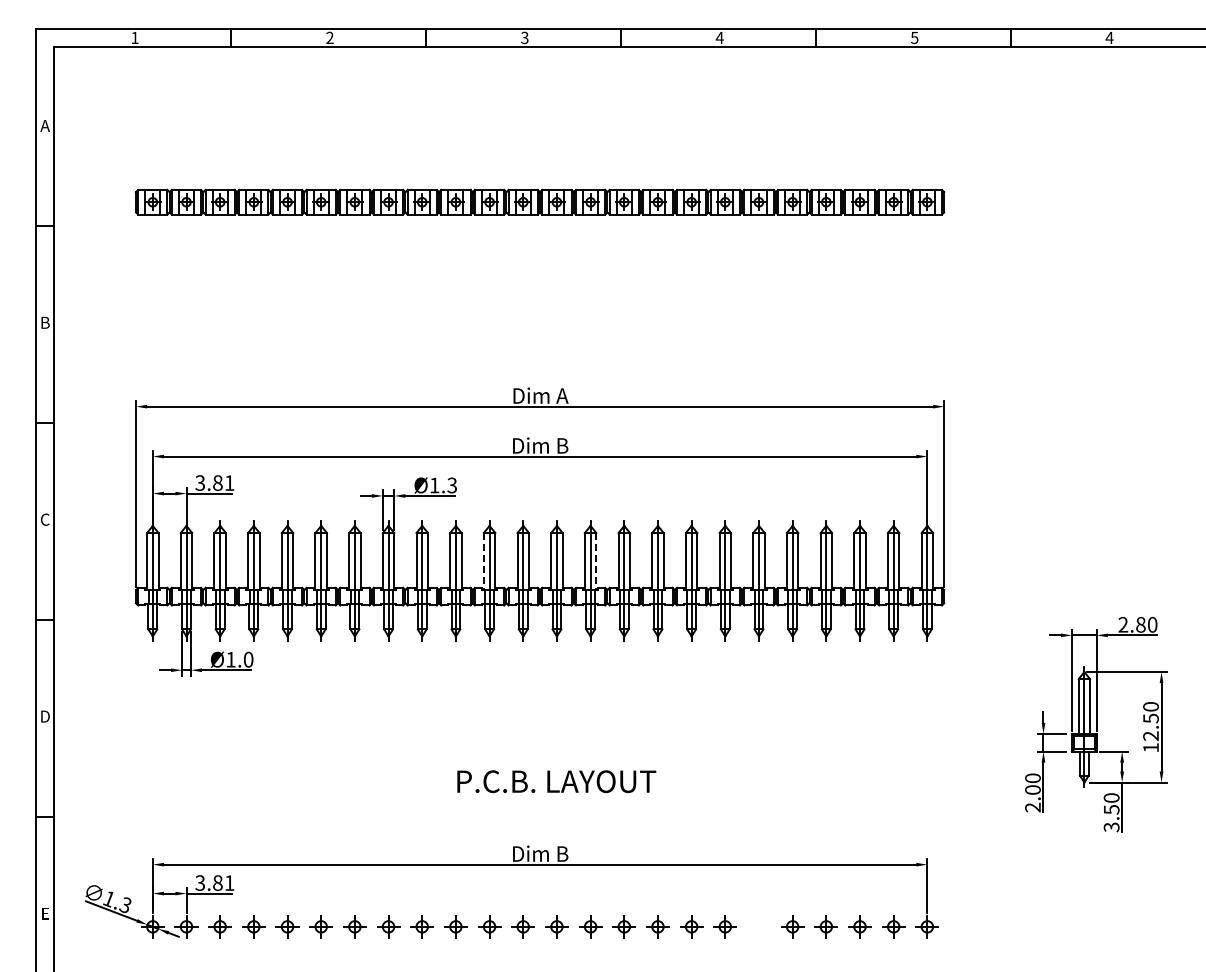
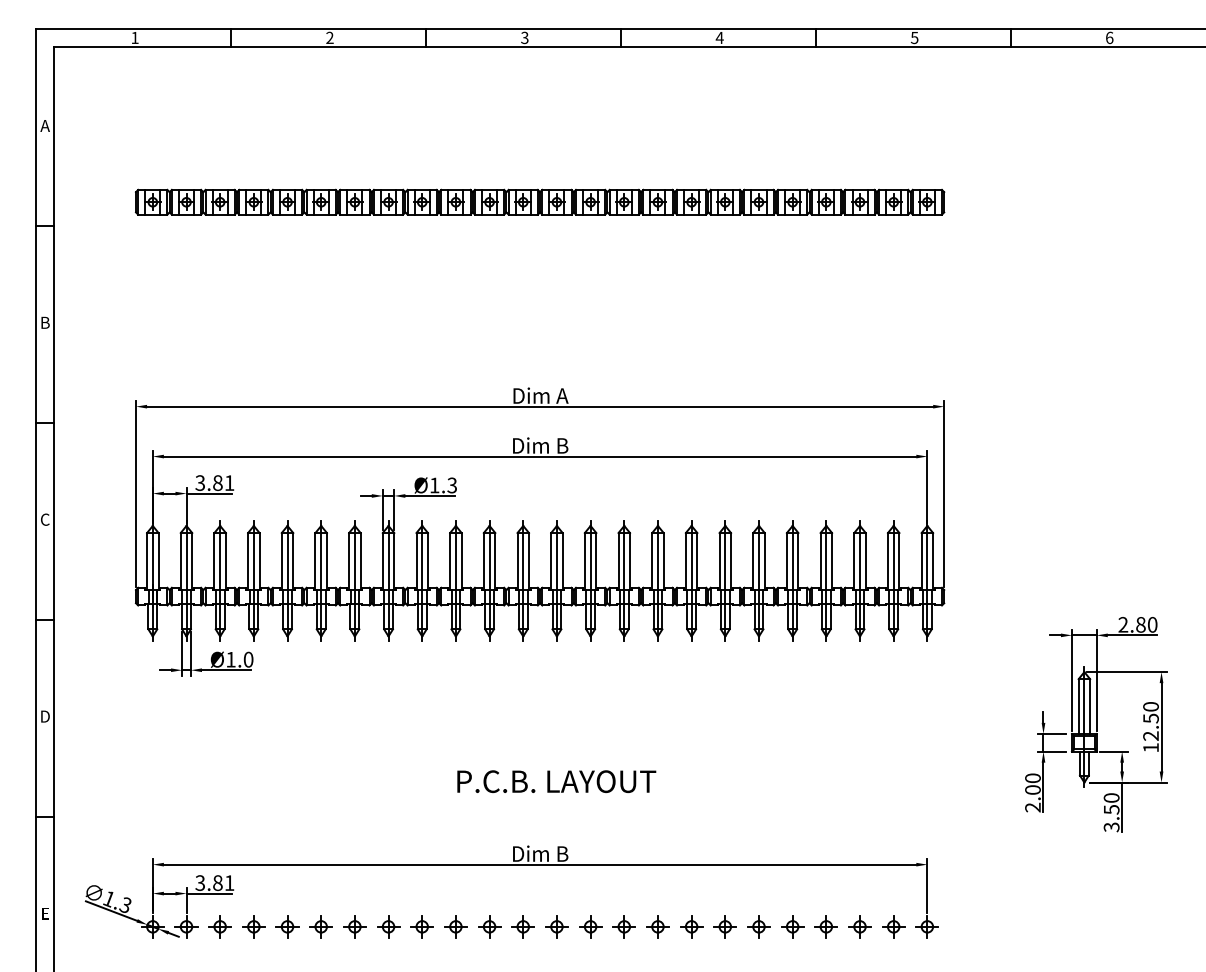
text at (1109, 37): 4 -> 6
line at (483, 561): dashed -> solid
line at (596, 561): dashed -> solid
part at (758, 926): none -> present
